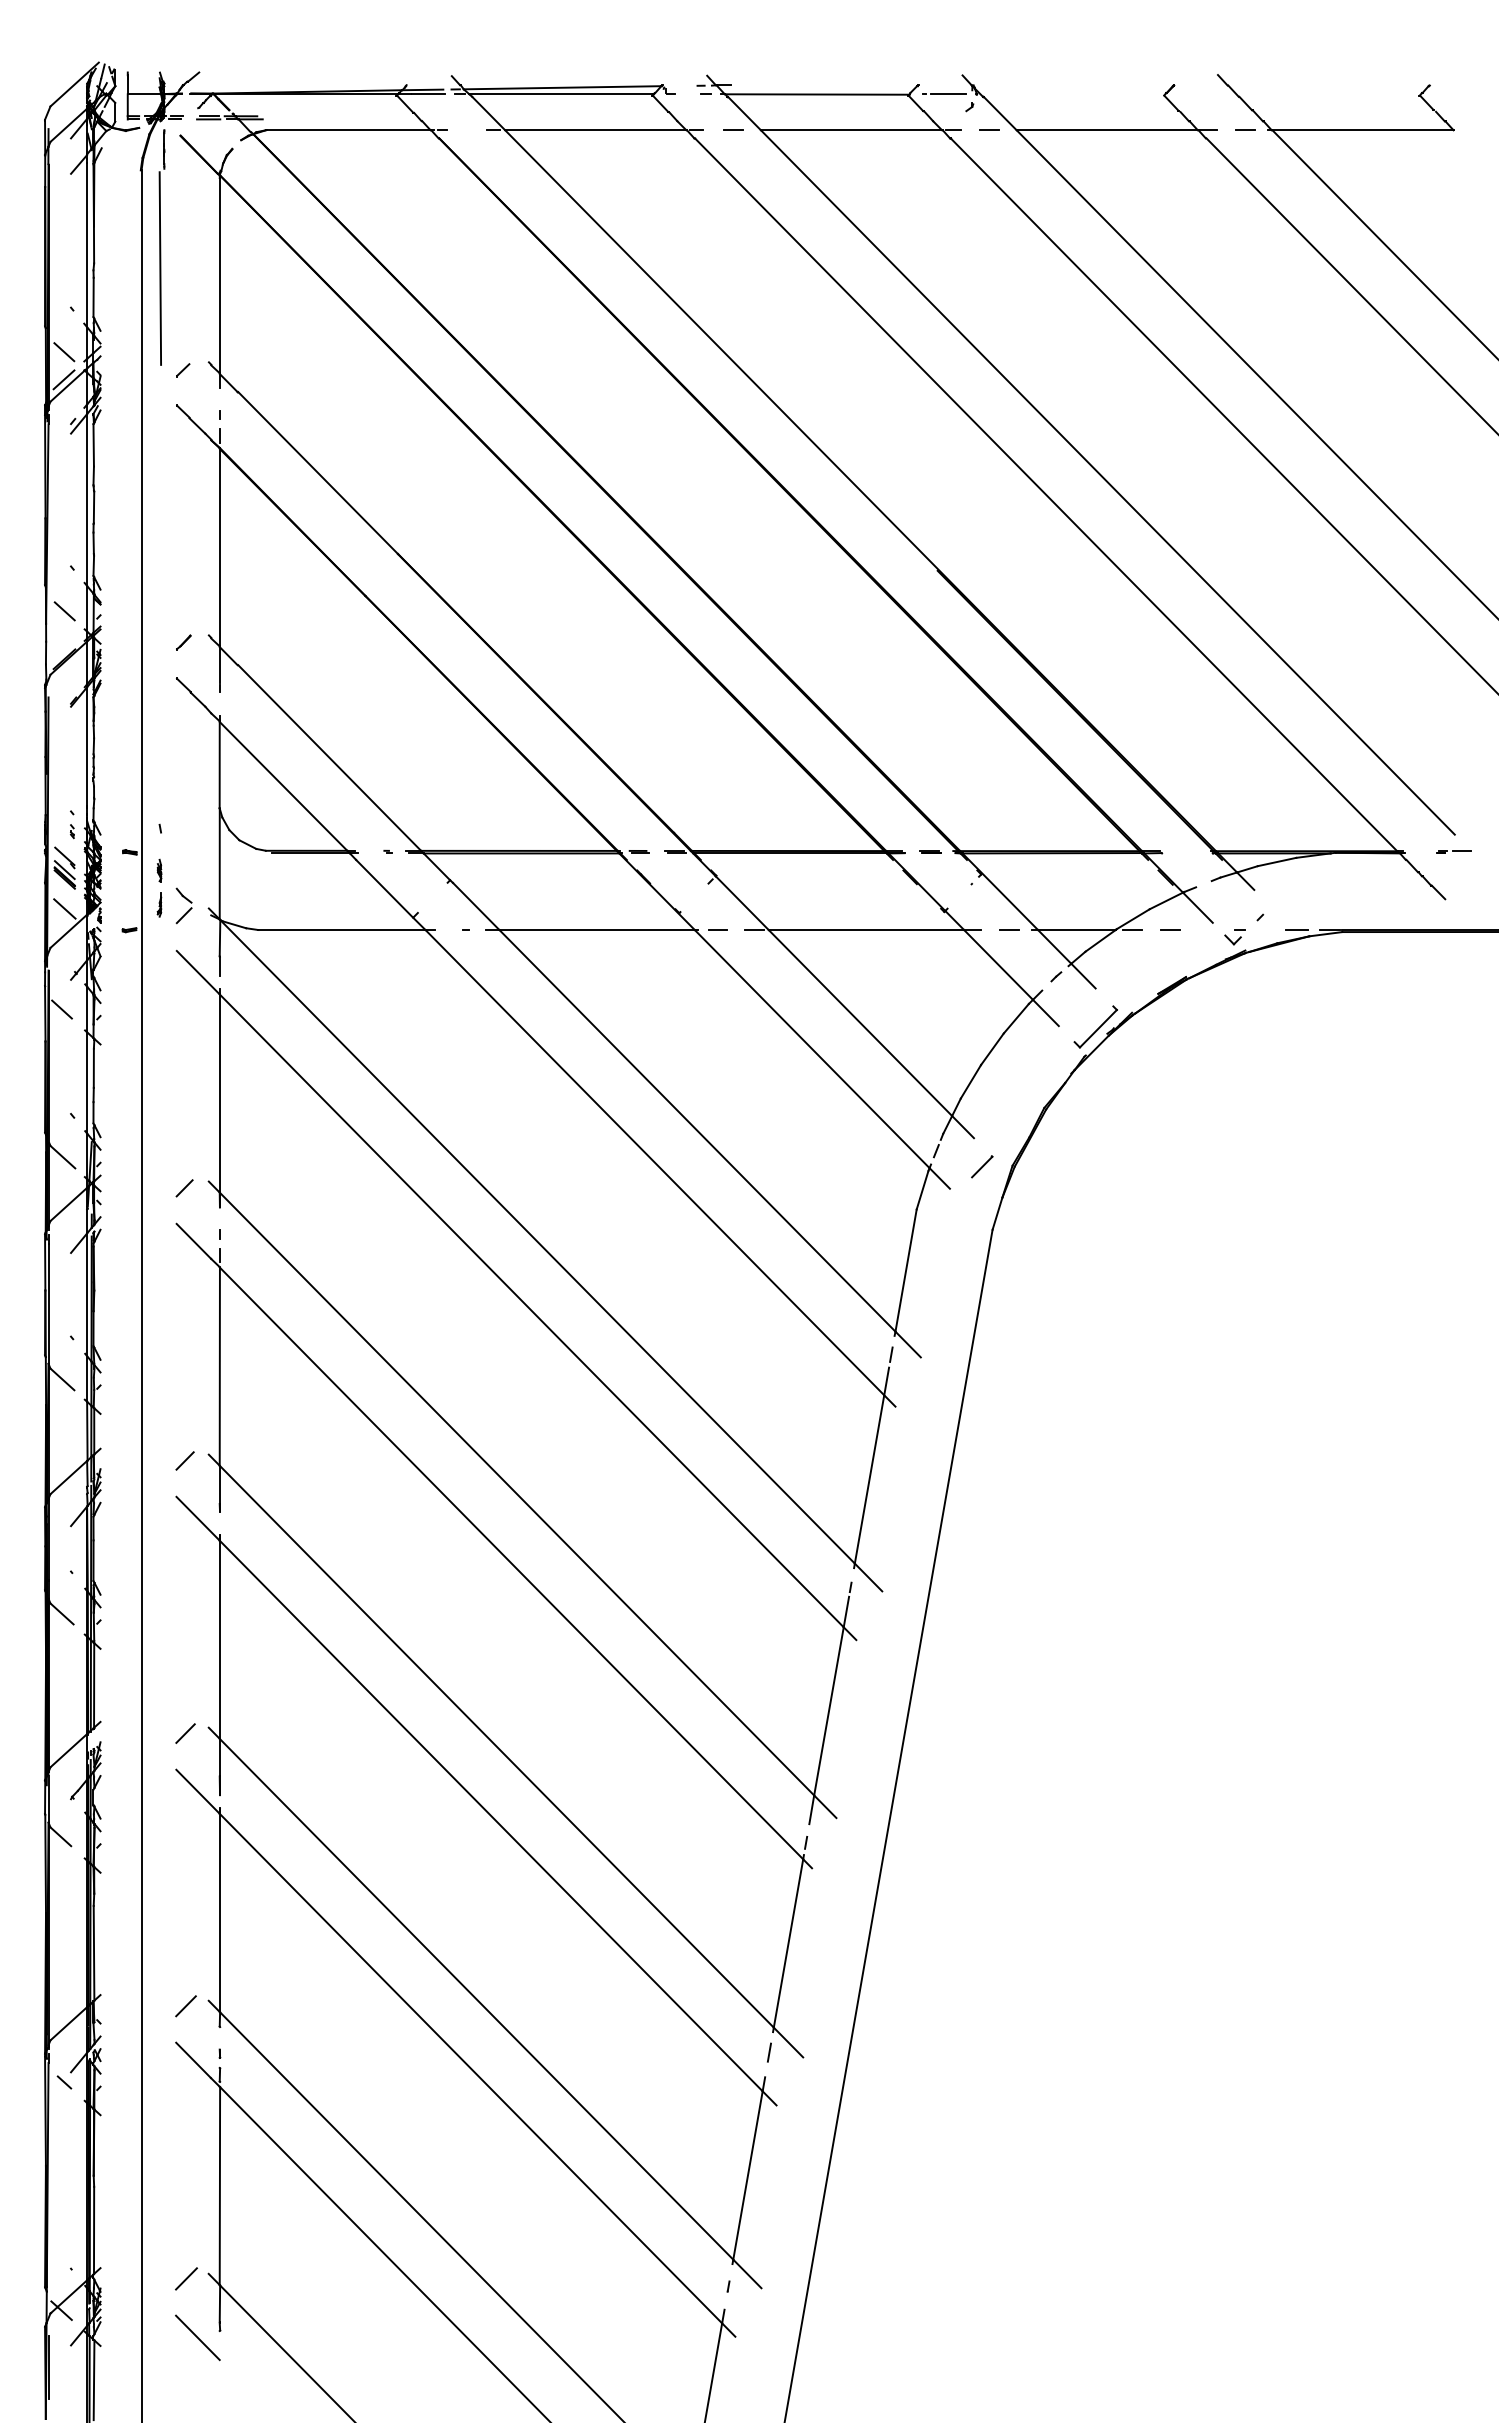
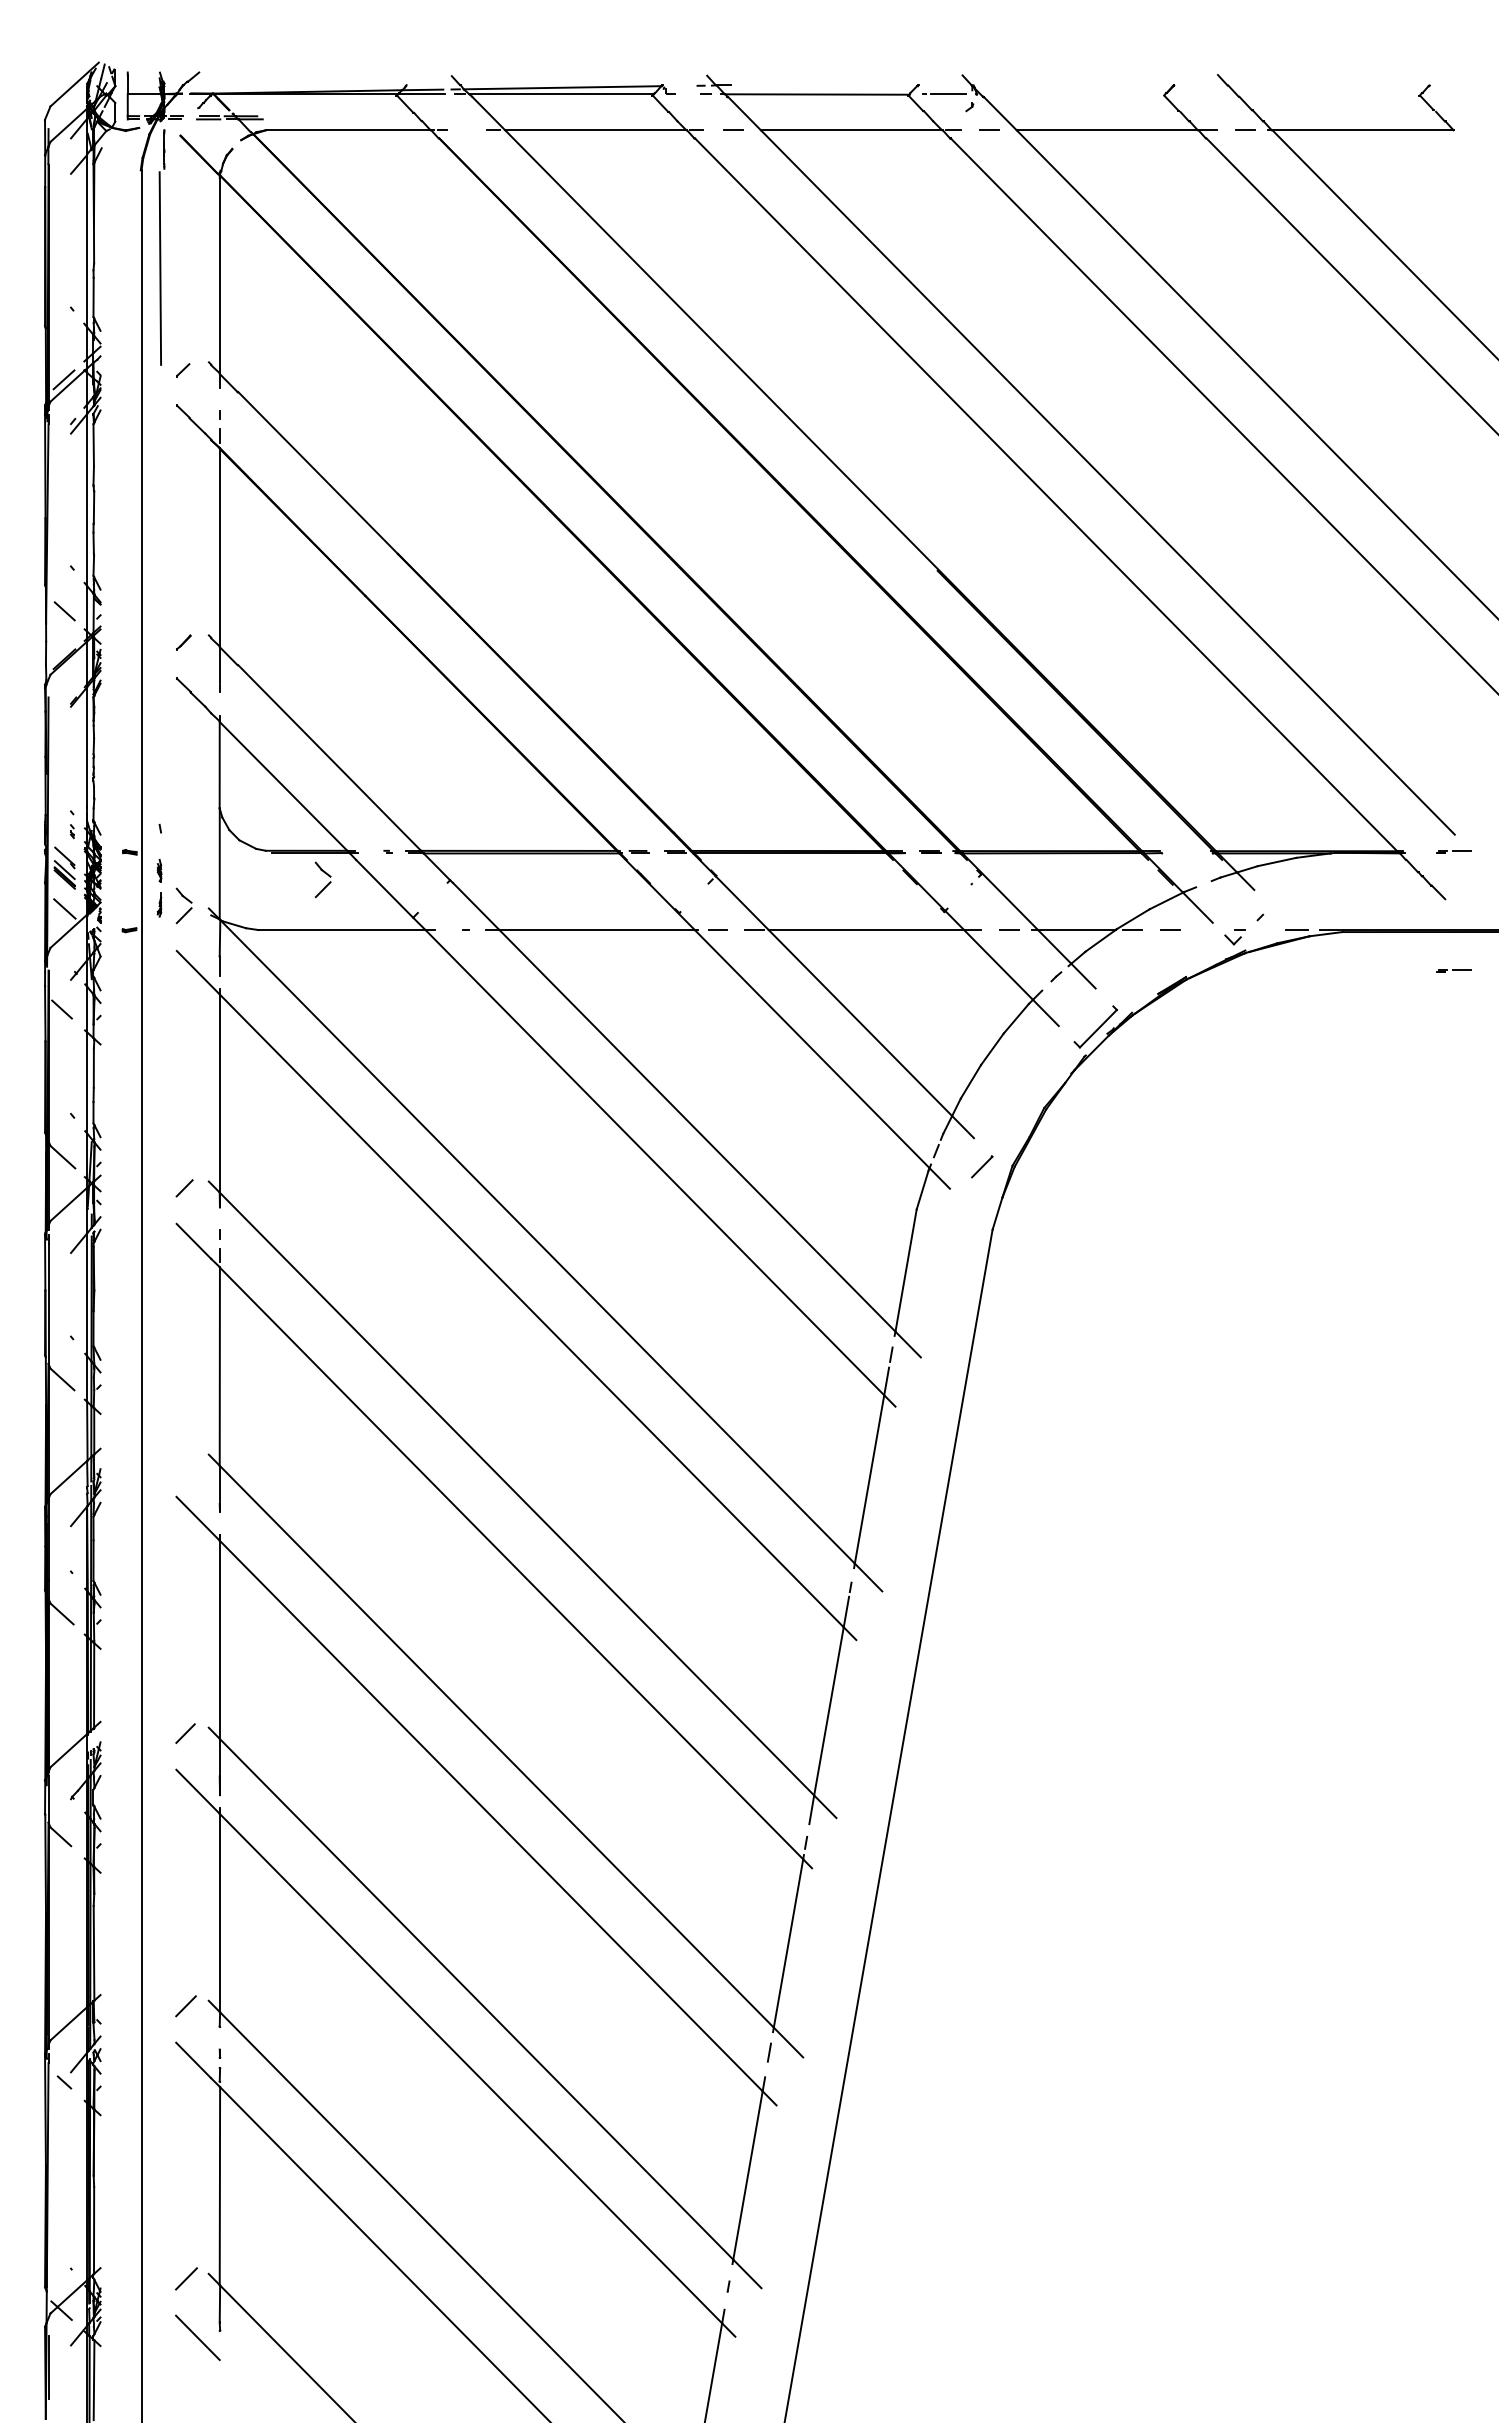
line at (64, 352): present -> none
part at (324, 873): none -> present
part at (1453, 970): none -> present
line at (184, 1460): present -> none
